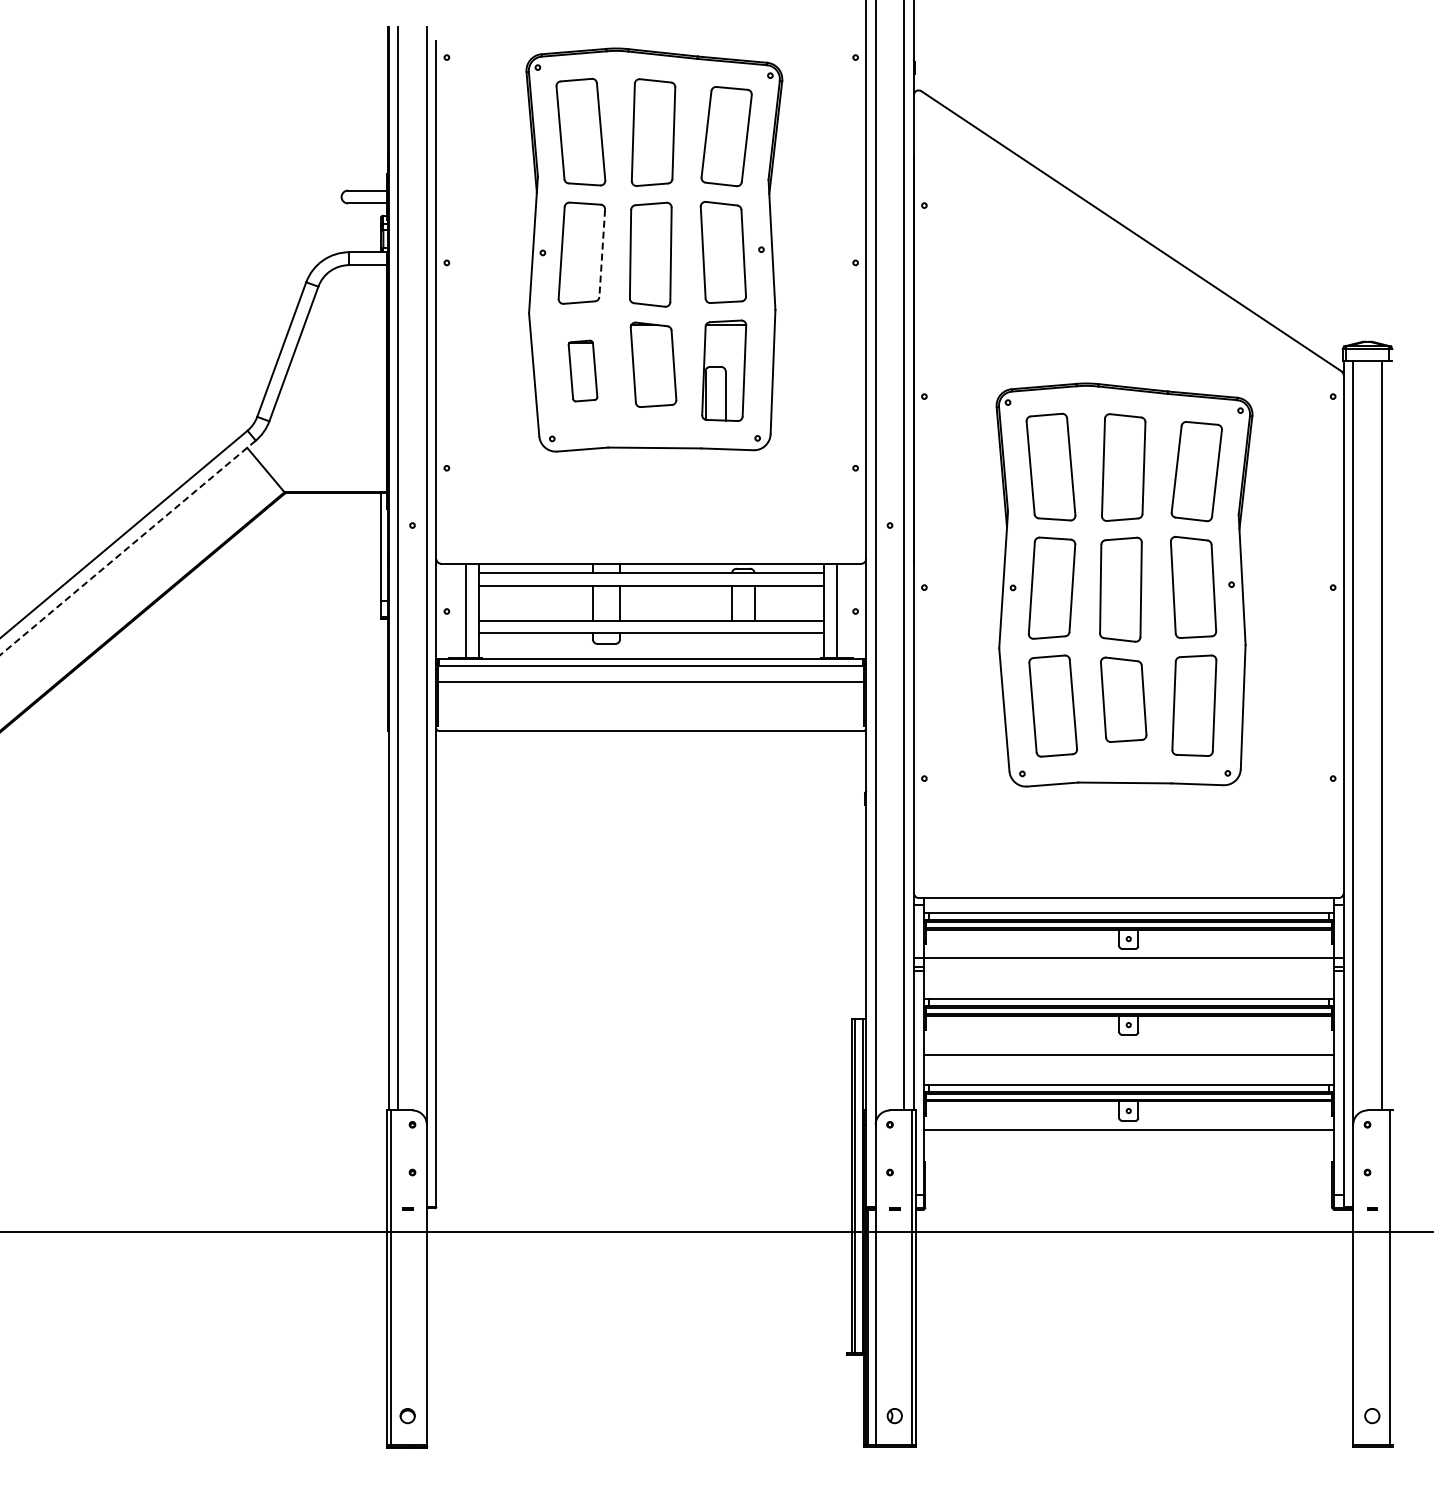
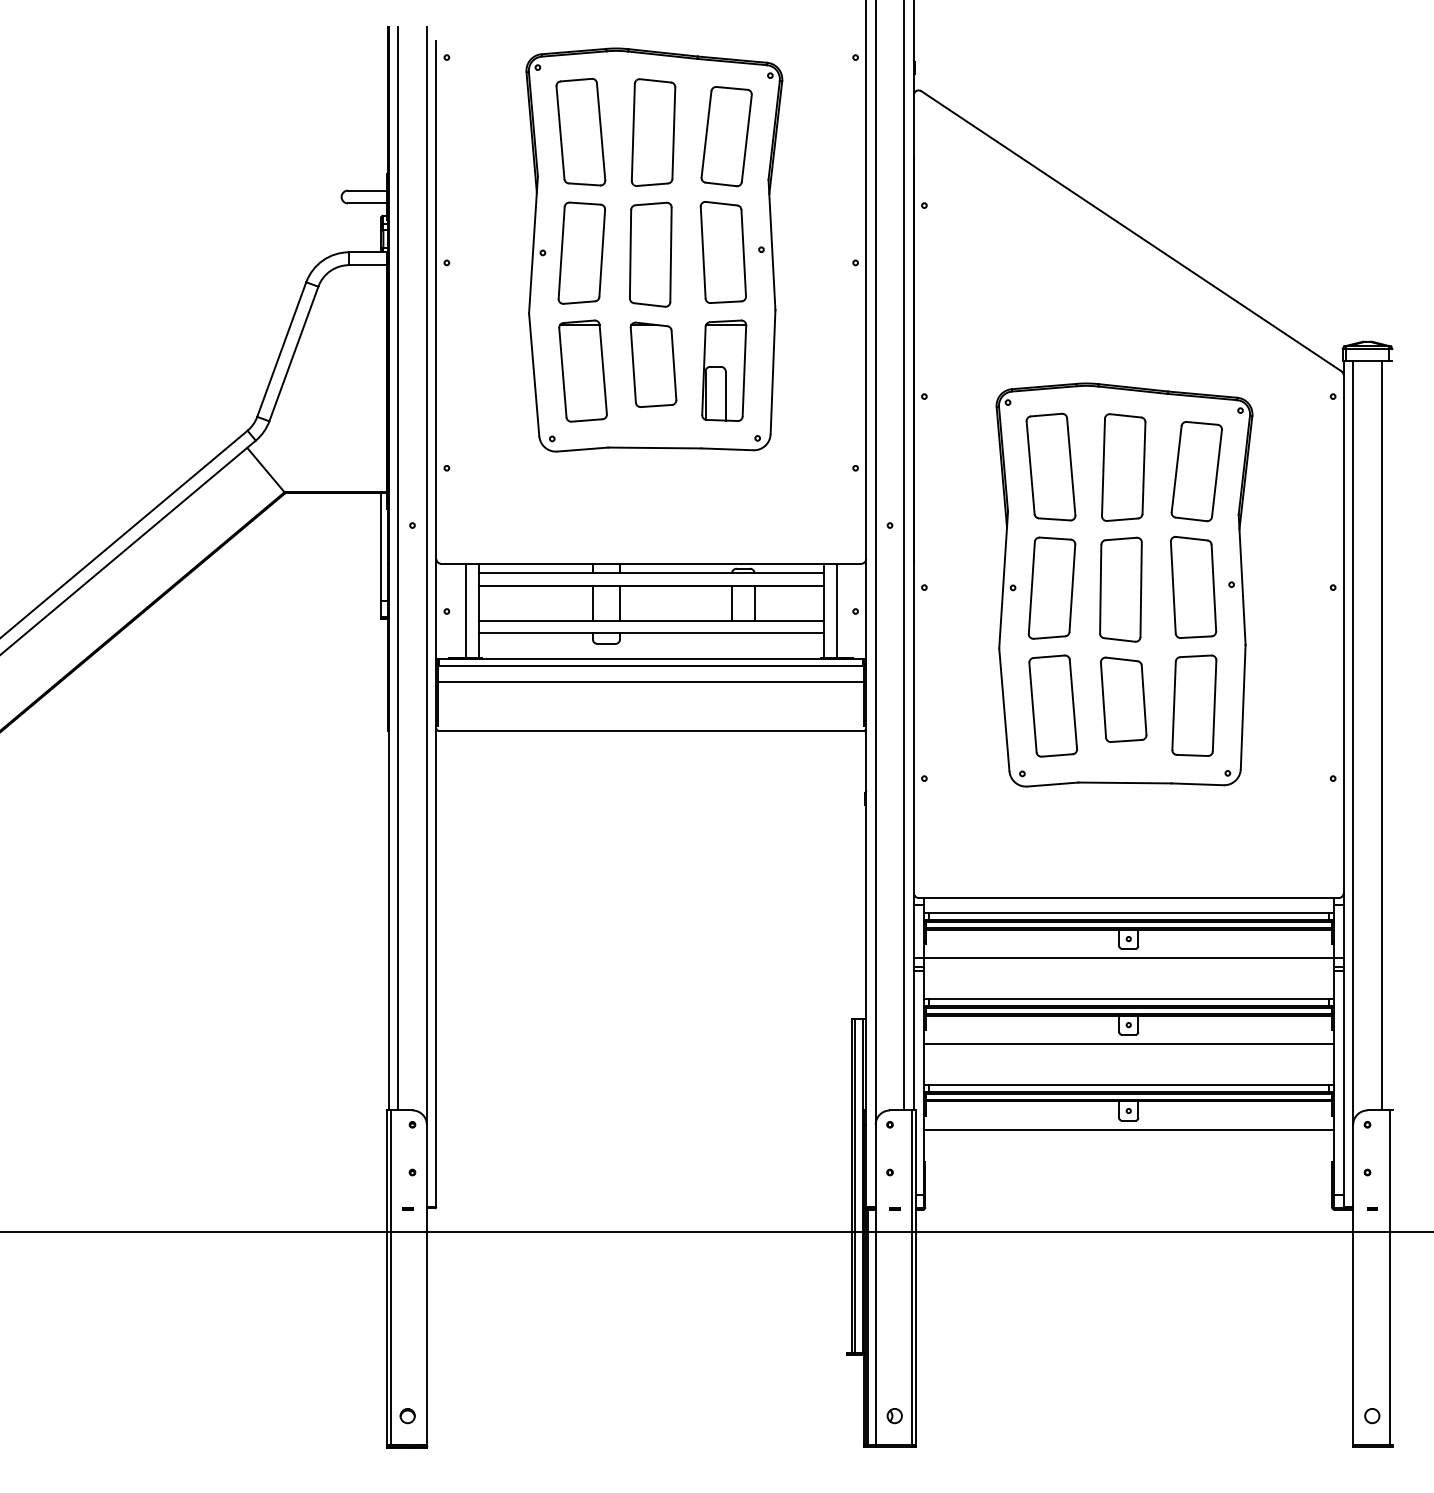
line at (602, 253): dashed -> solid
part at (582, 370) size: 32x64 px -> 50x104 px
line at (127, 547): dashed -> solid
line at (1128, 1055) position: (1128, 1055) -> (1128, 1044)
